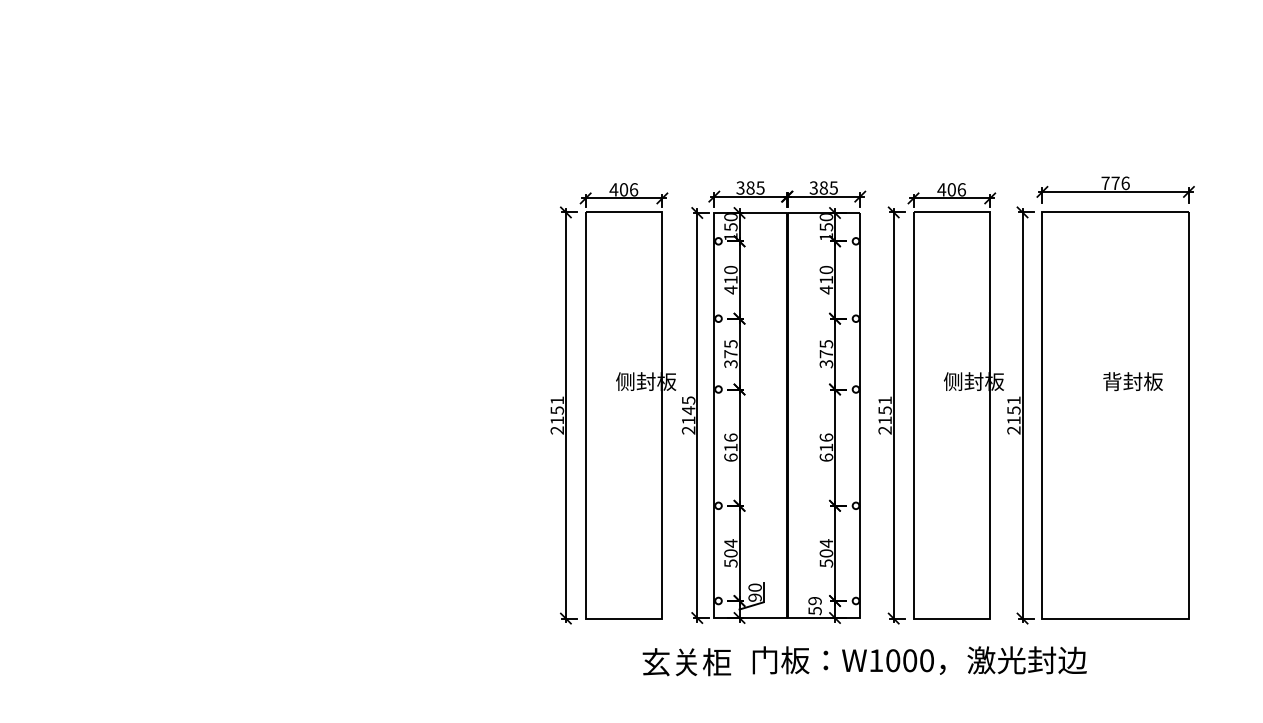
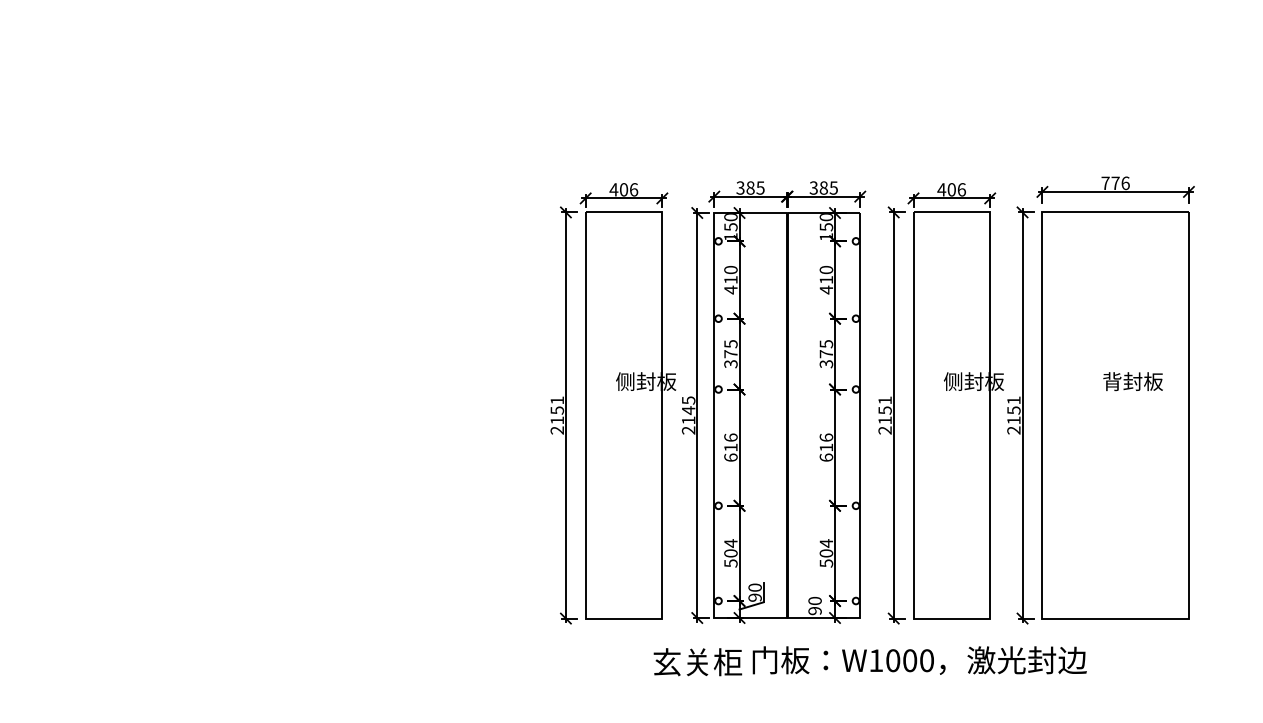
text at (814, 605): 59 -> 90
text at (686, 662) position: (686, 662) -> (697, 662)
